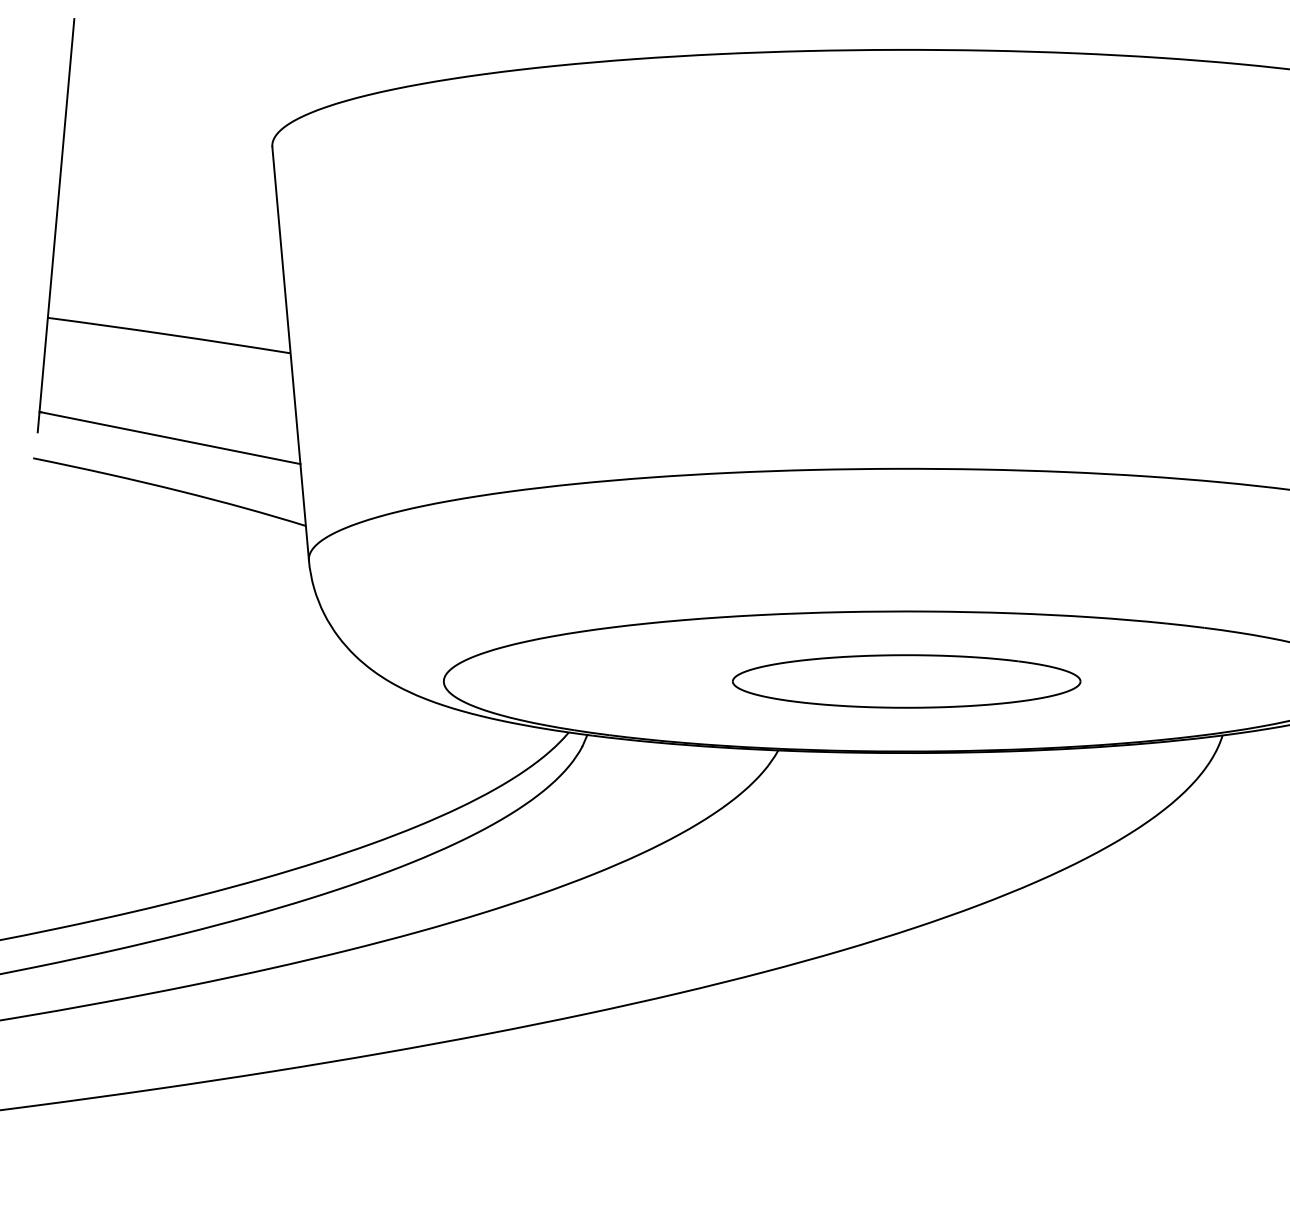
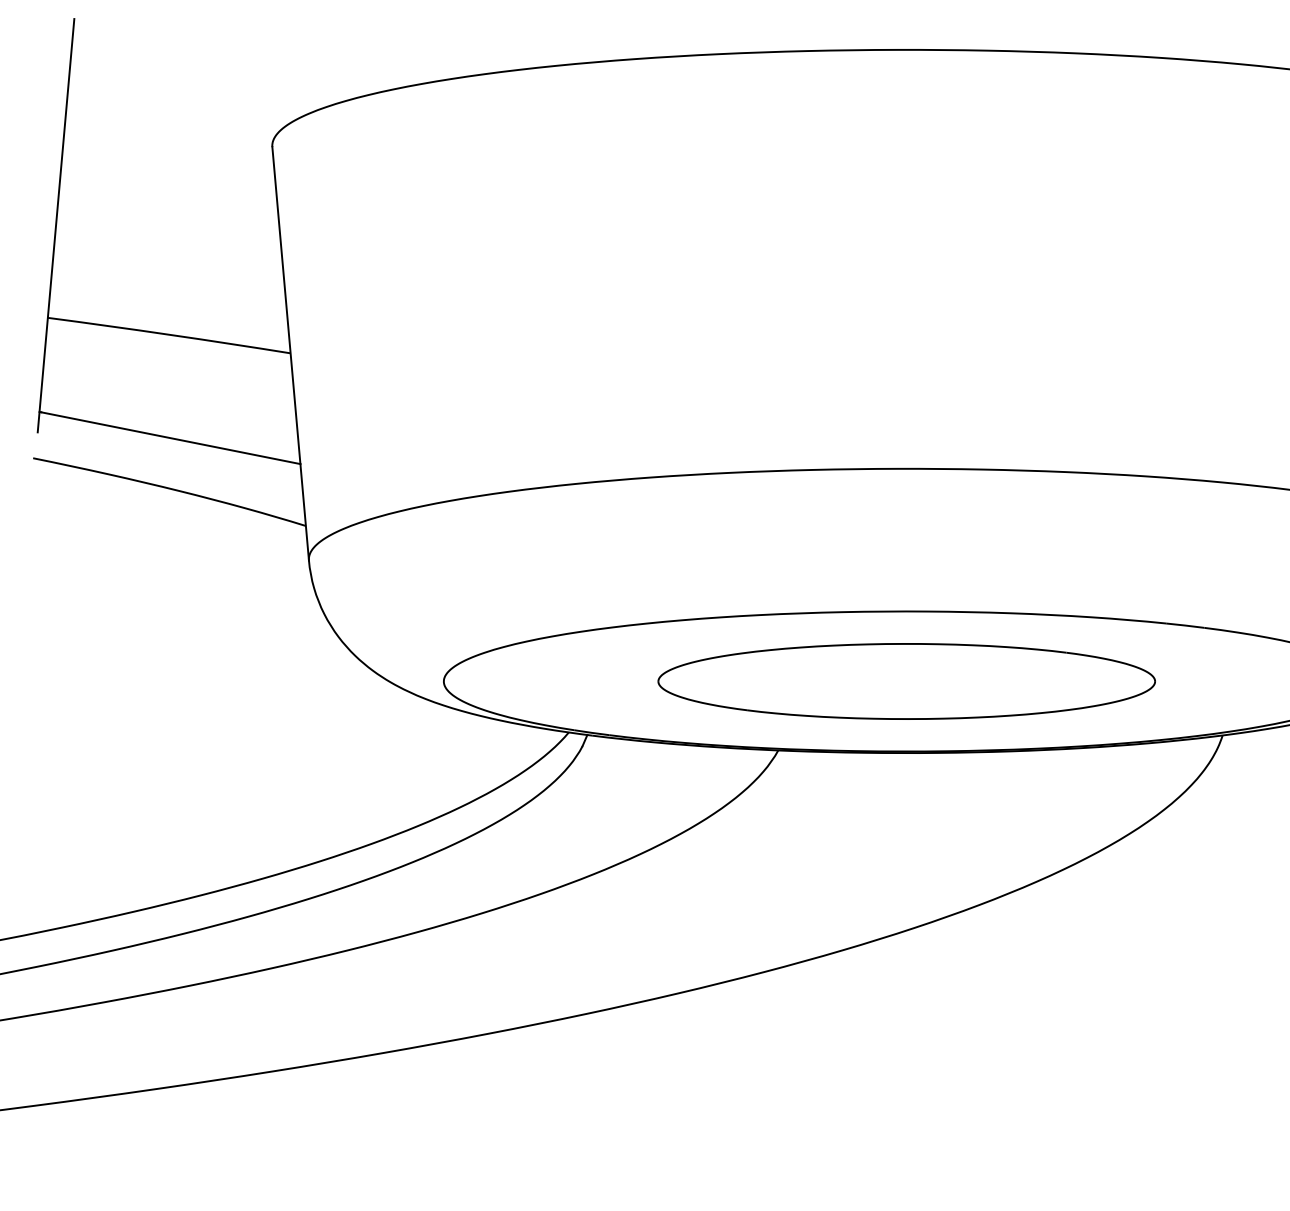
part at (906, 681) size: 350x55 px -> 499x77 px
